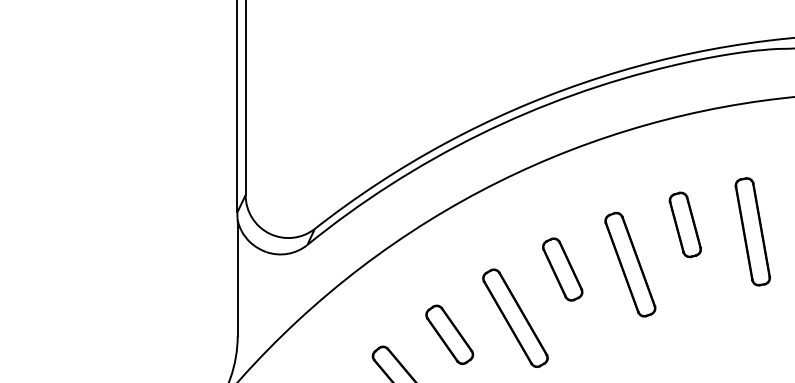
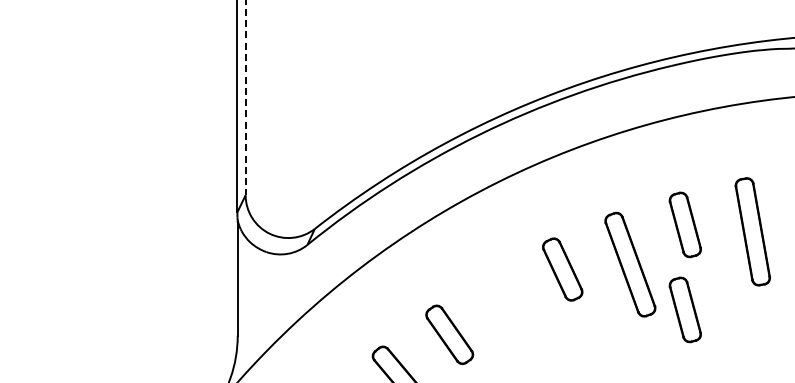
line at (245, 98): solid -> dashed
part at (684, 309): none -> present
part at (515, 317): present -> none
